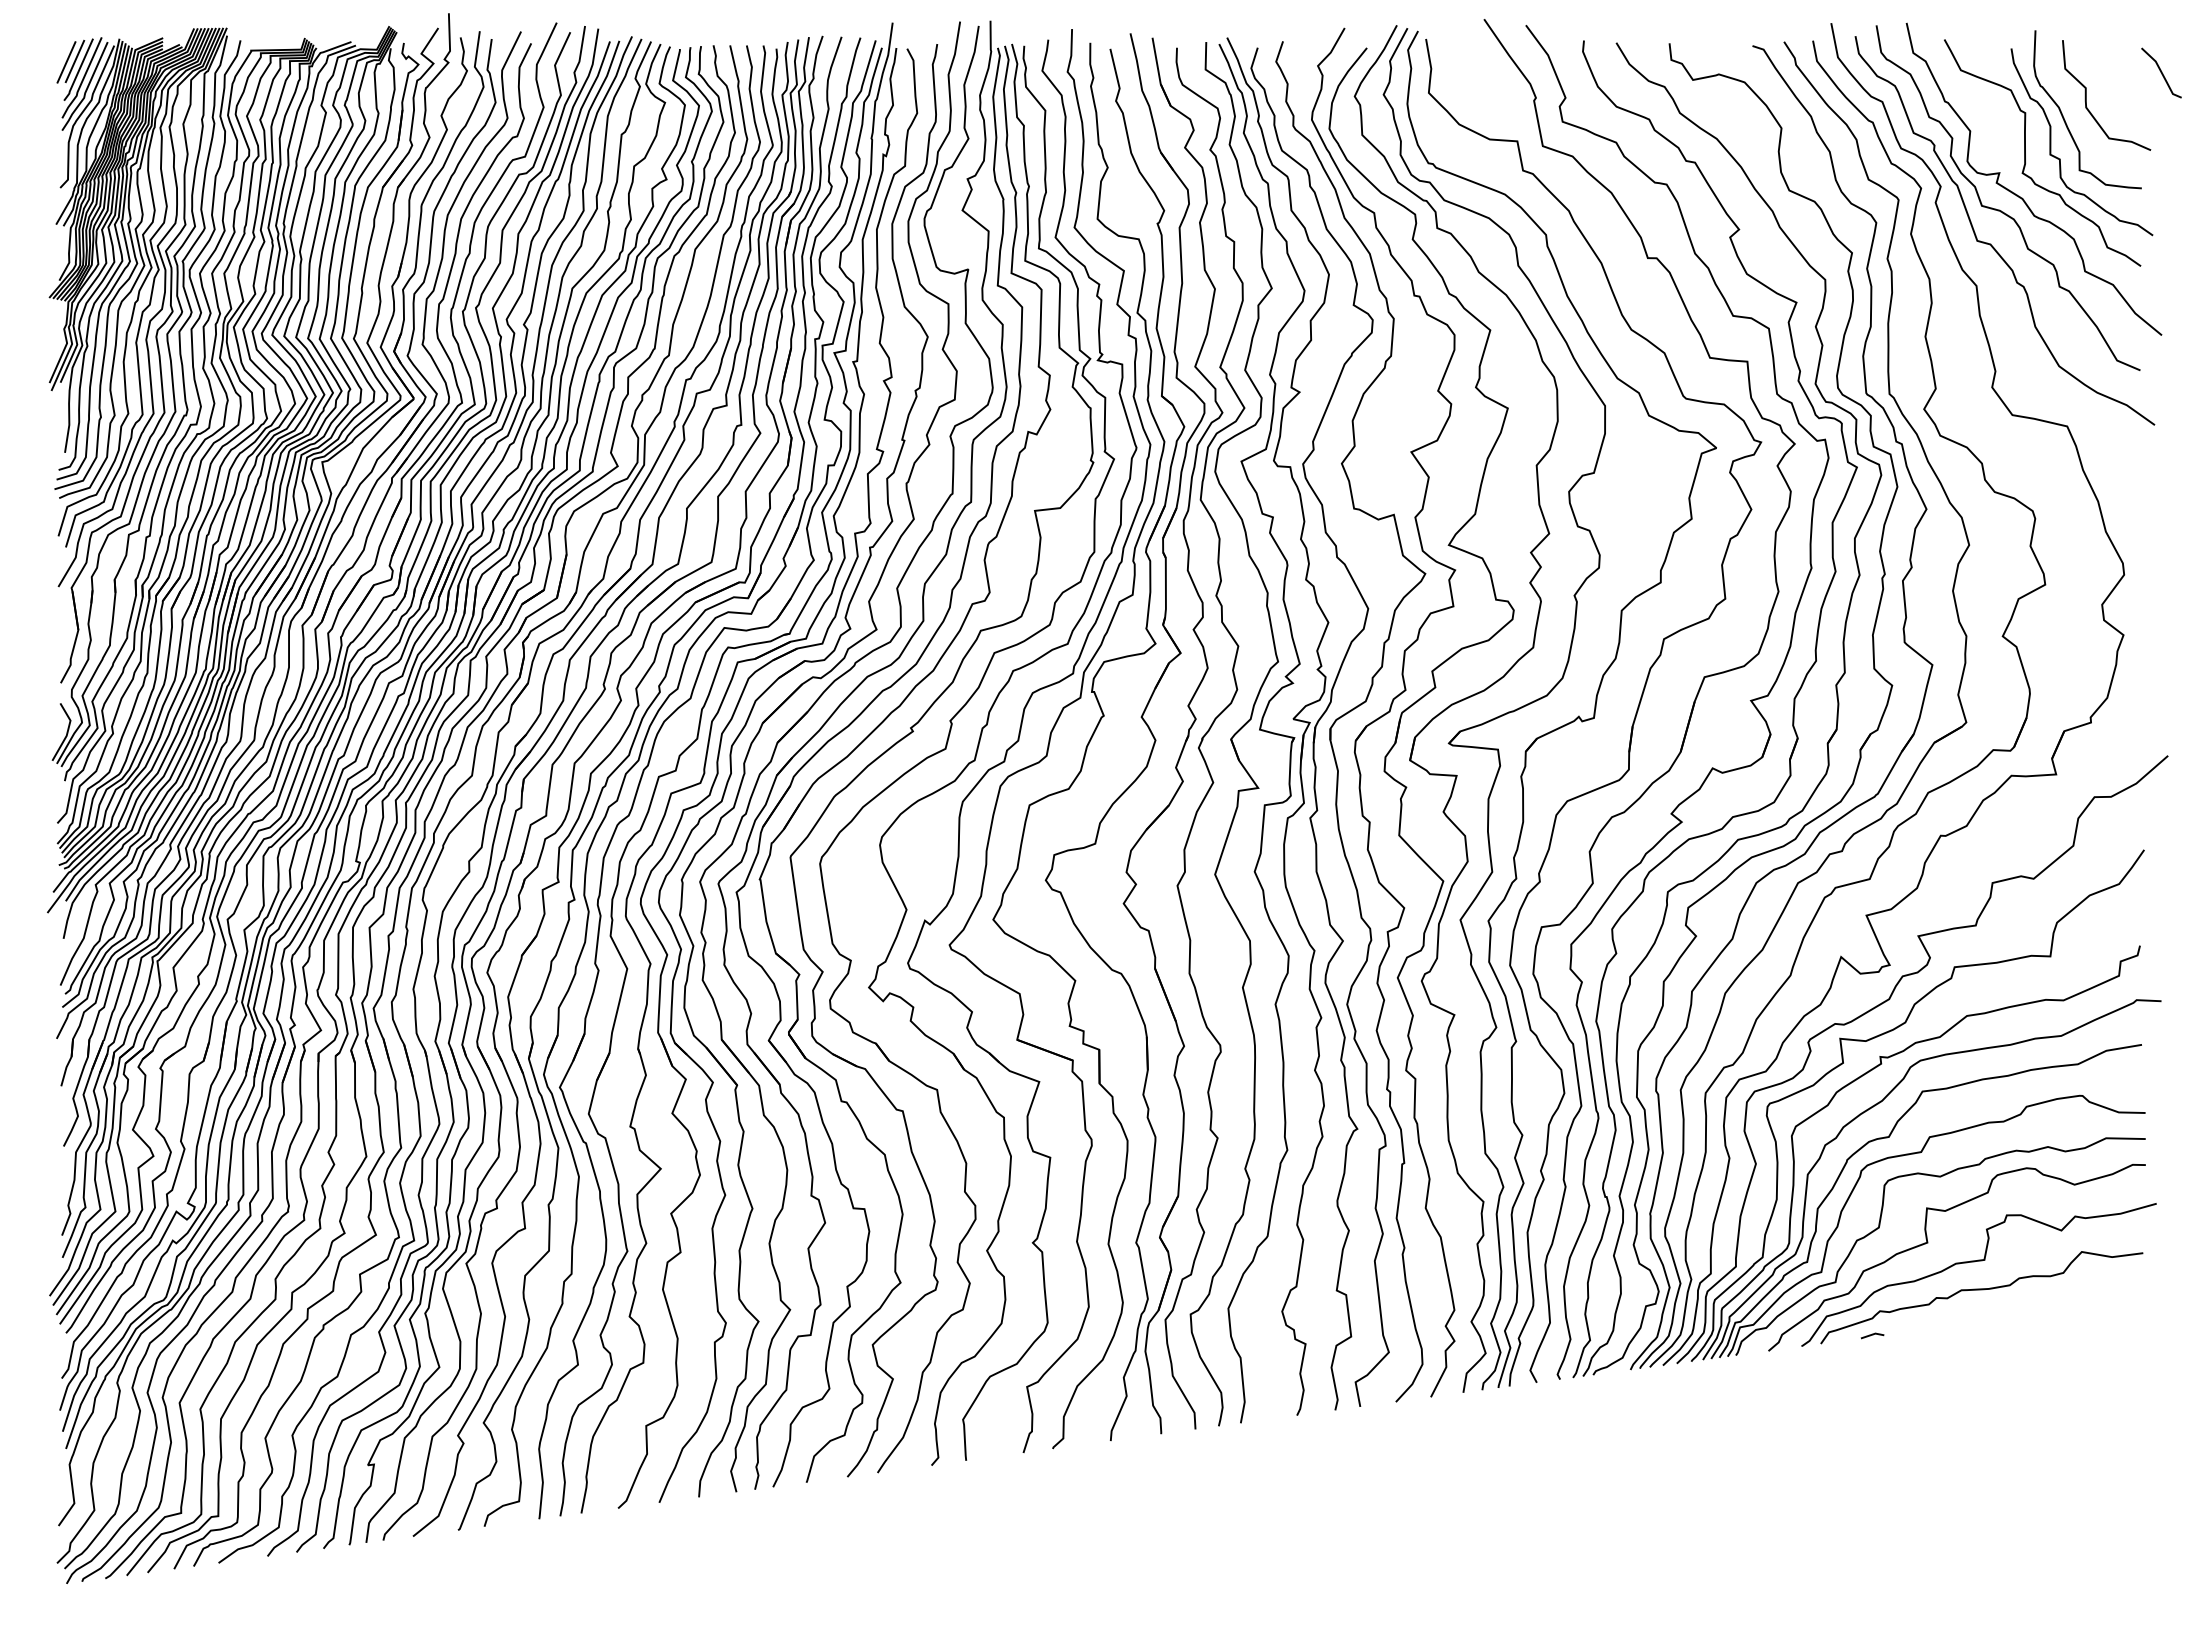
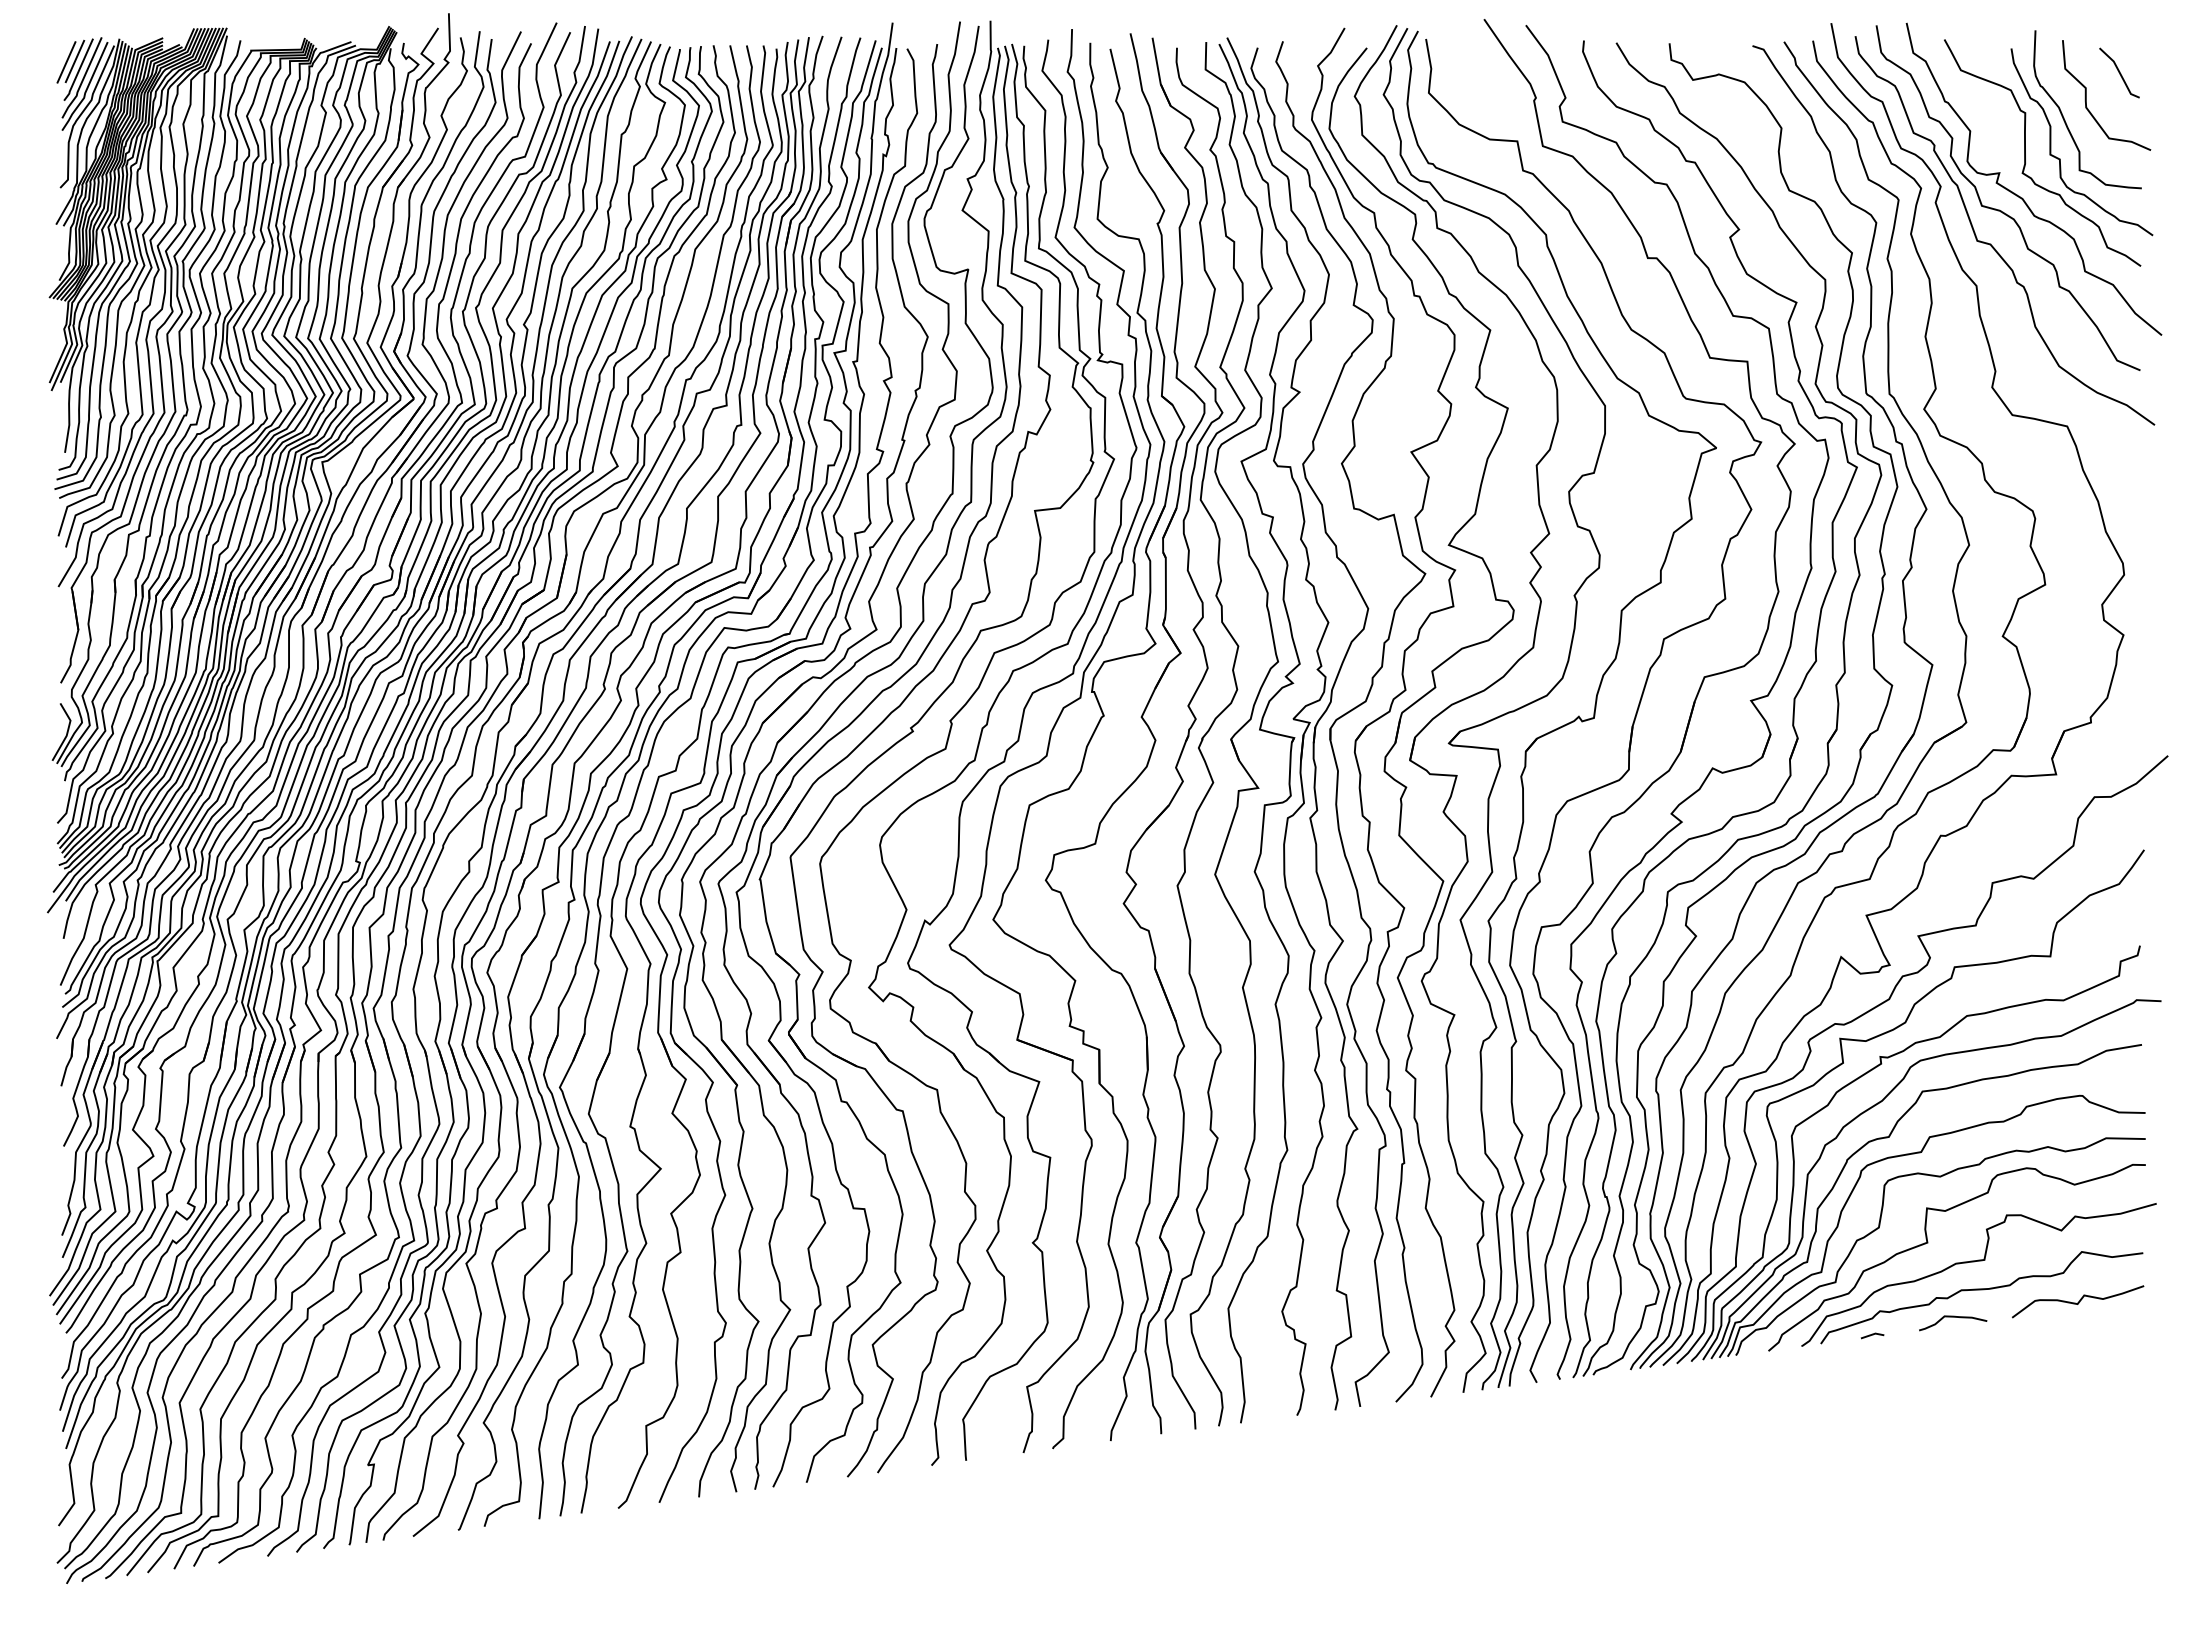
line at (2161, 72) position: (2161, 72) -> (2119, 72)
curve at (2078, 1301): none -> present
curve at (1953, 1317): none -> present
